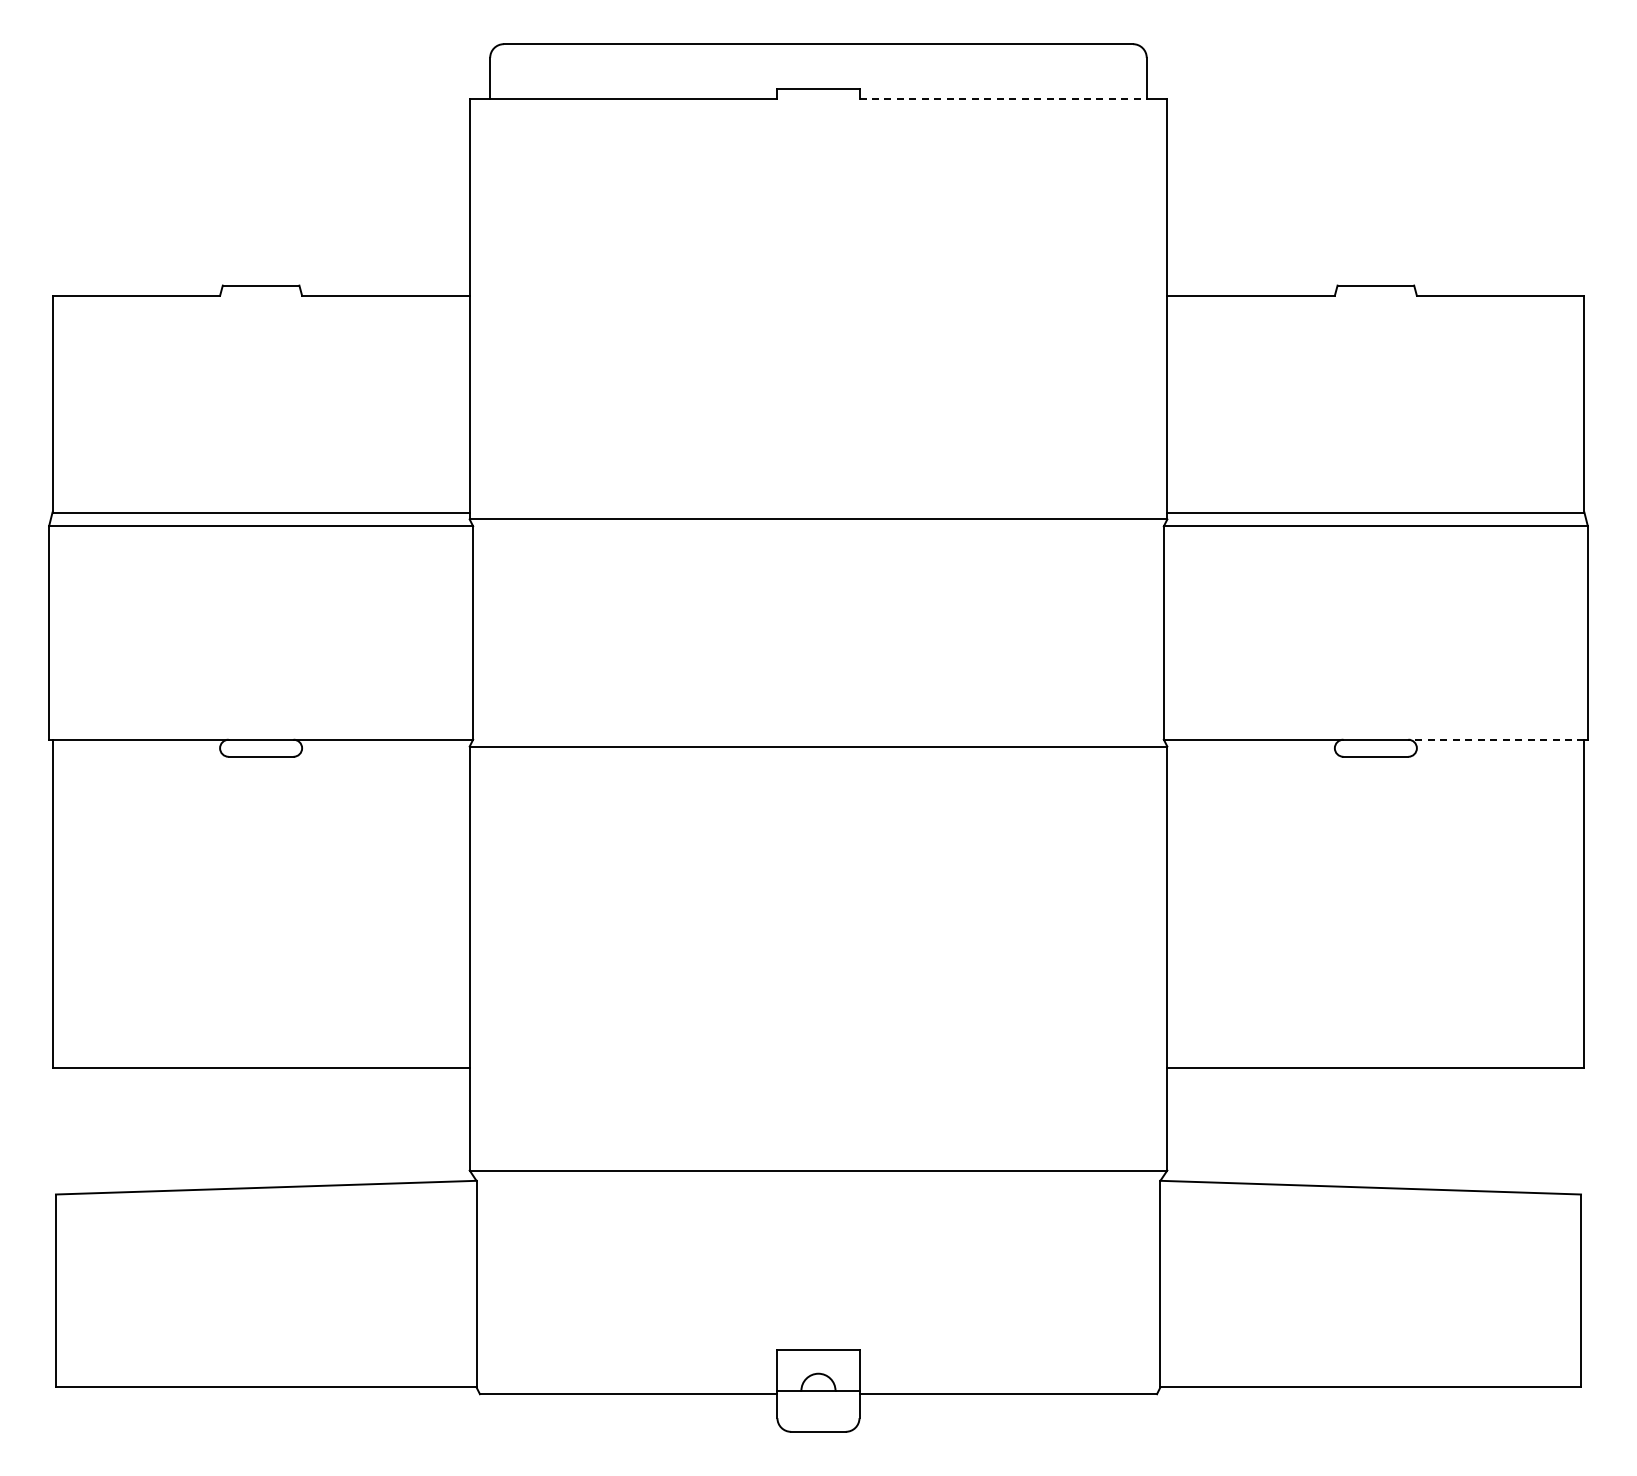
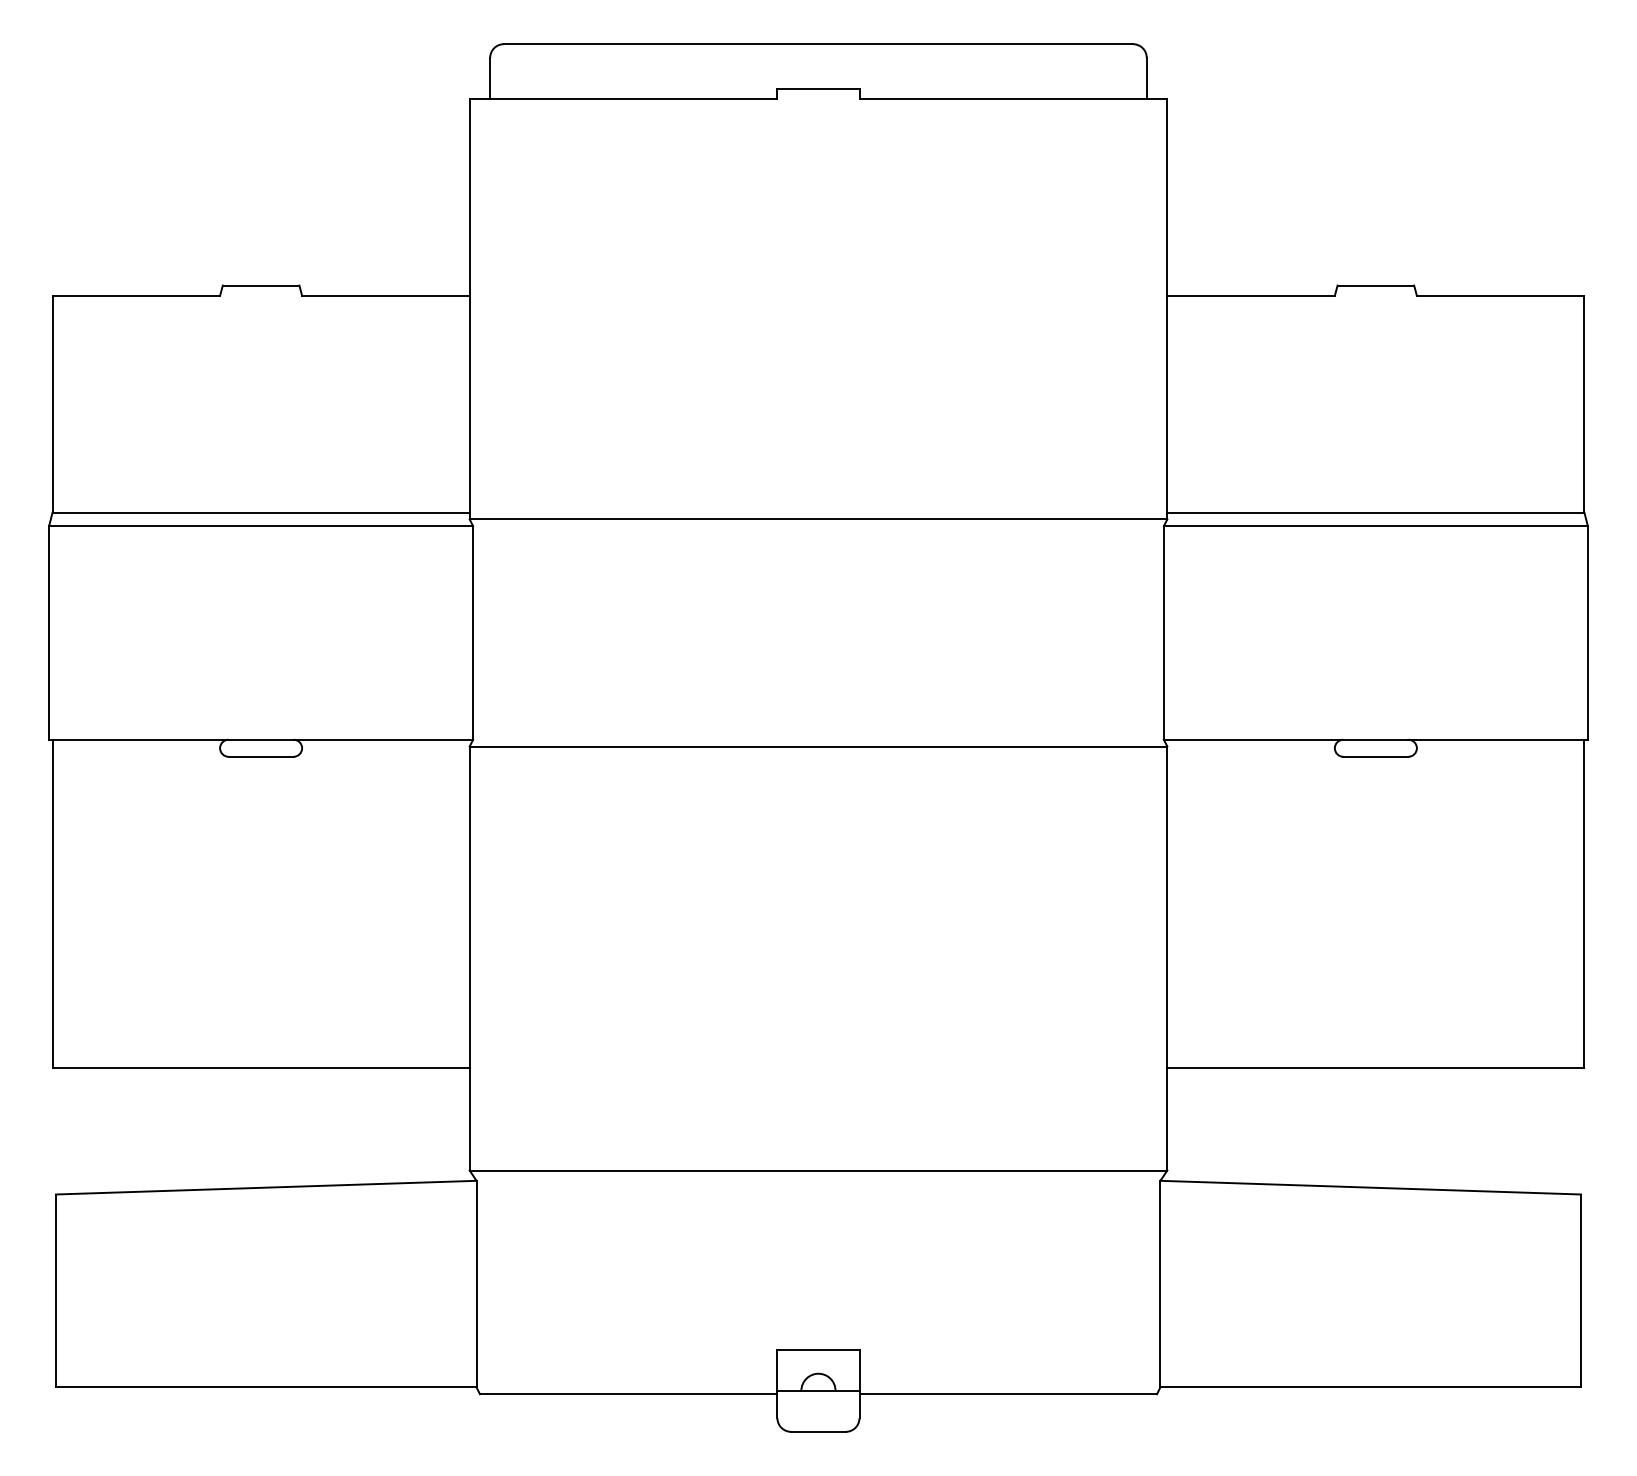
line at (1003, 98): dashed -> solid
line at (1495, 739): dashed -> solid
